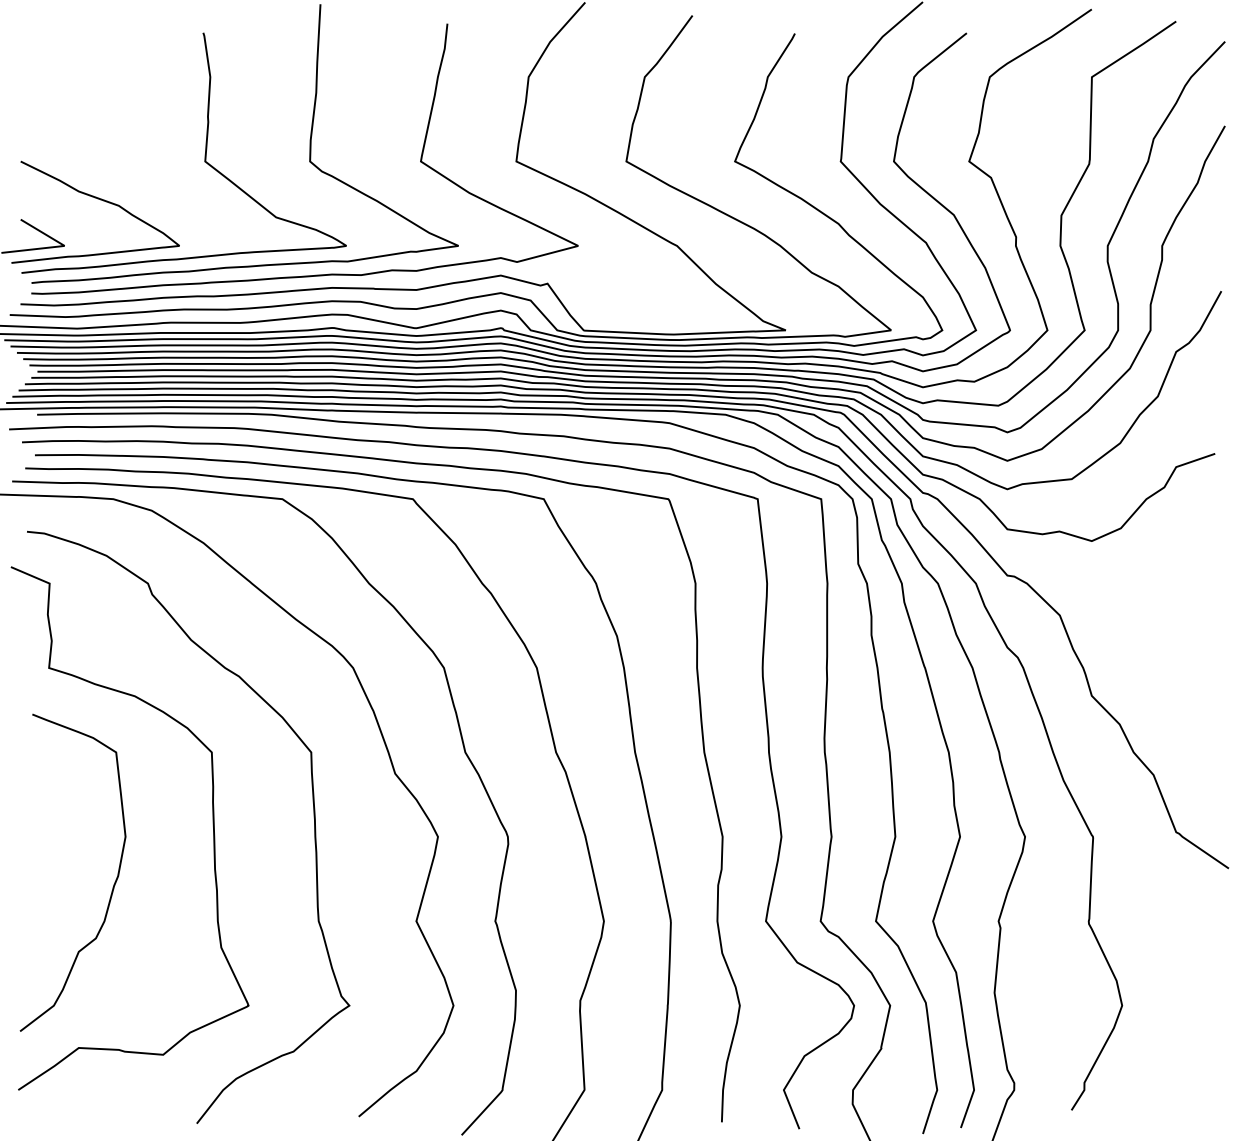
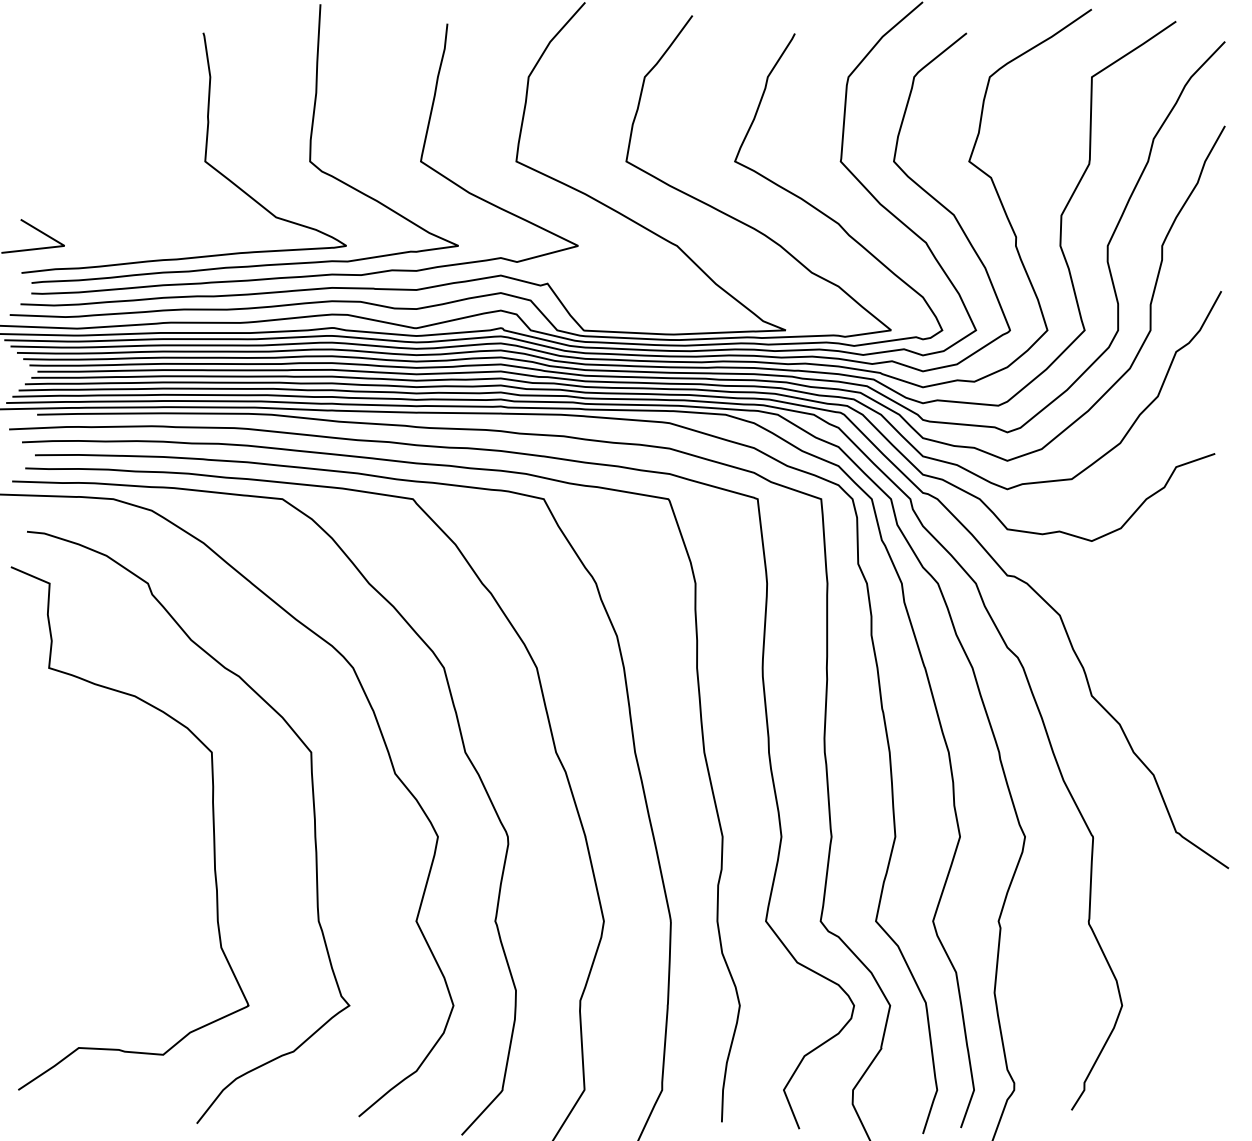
curve at (100, 200): present -> none
curve at (113, 884): present -> none
